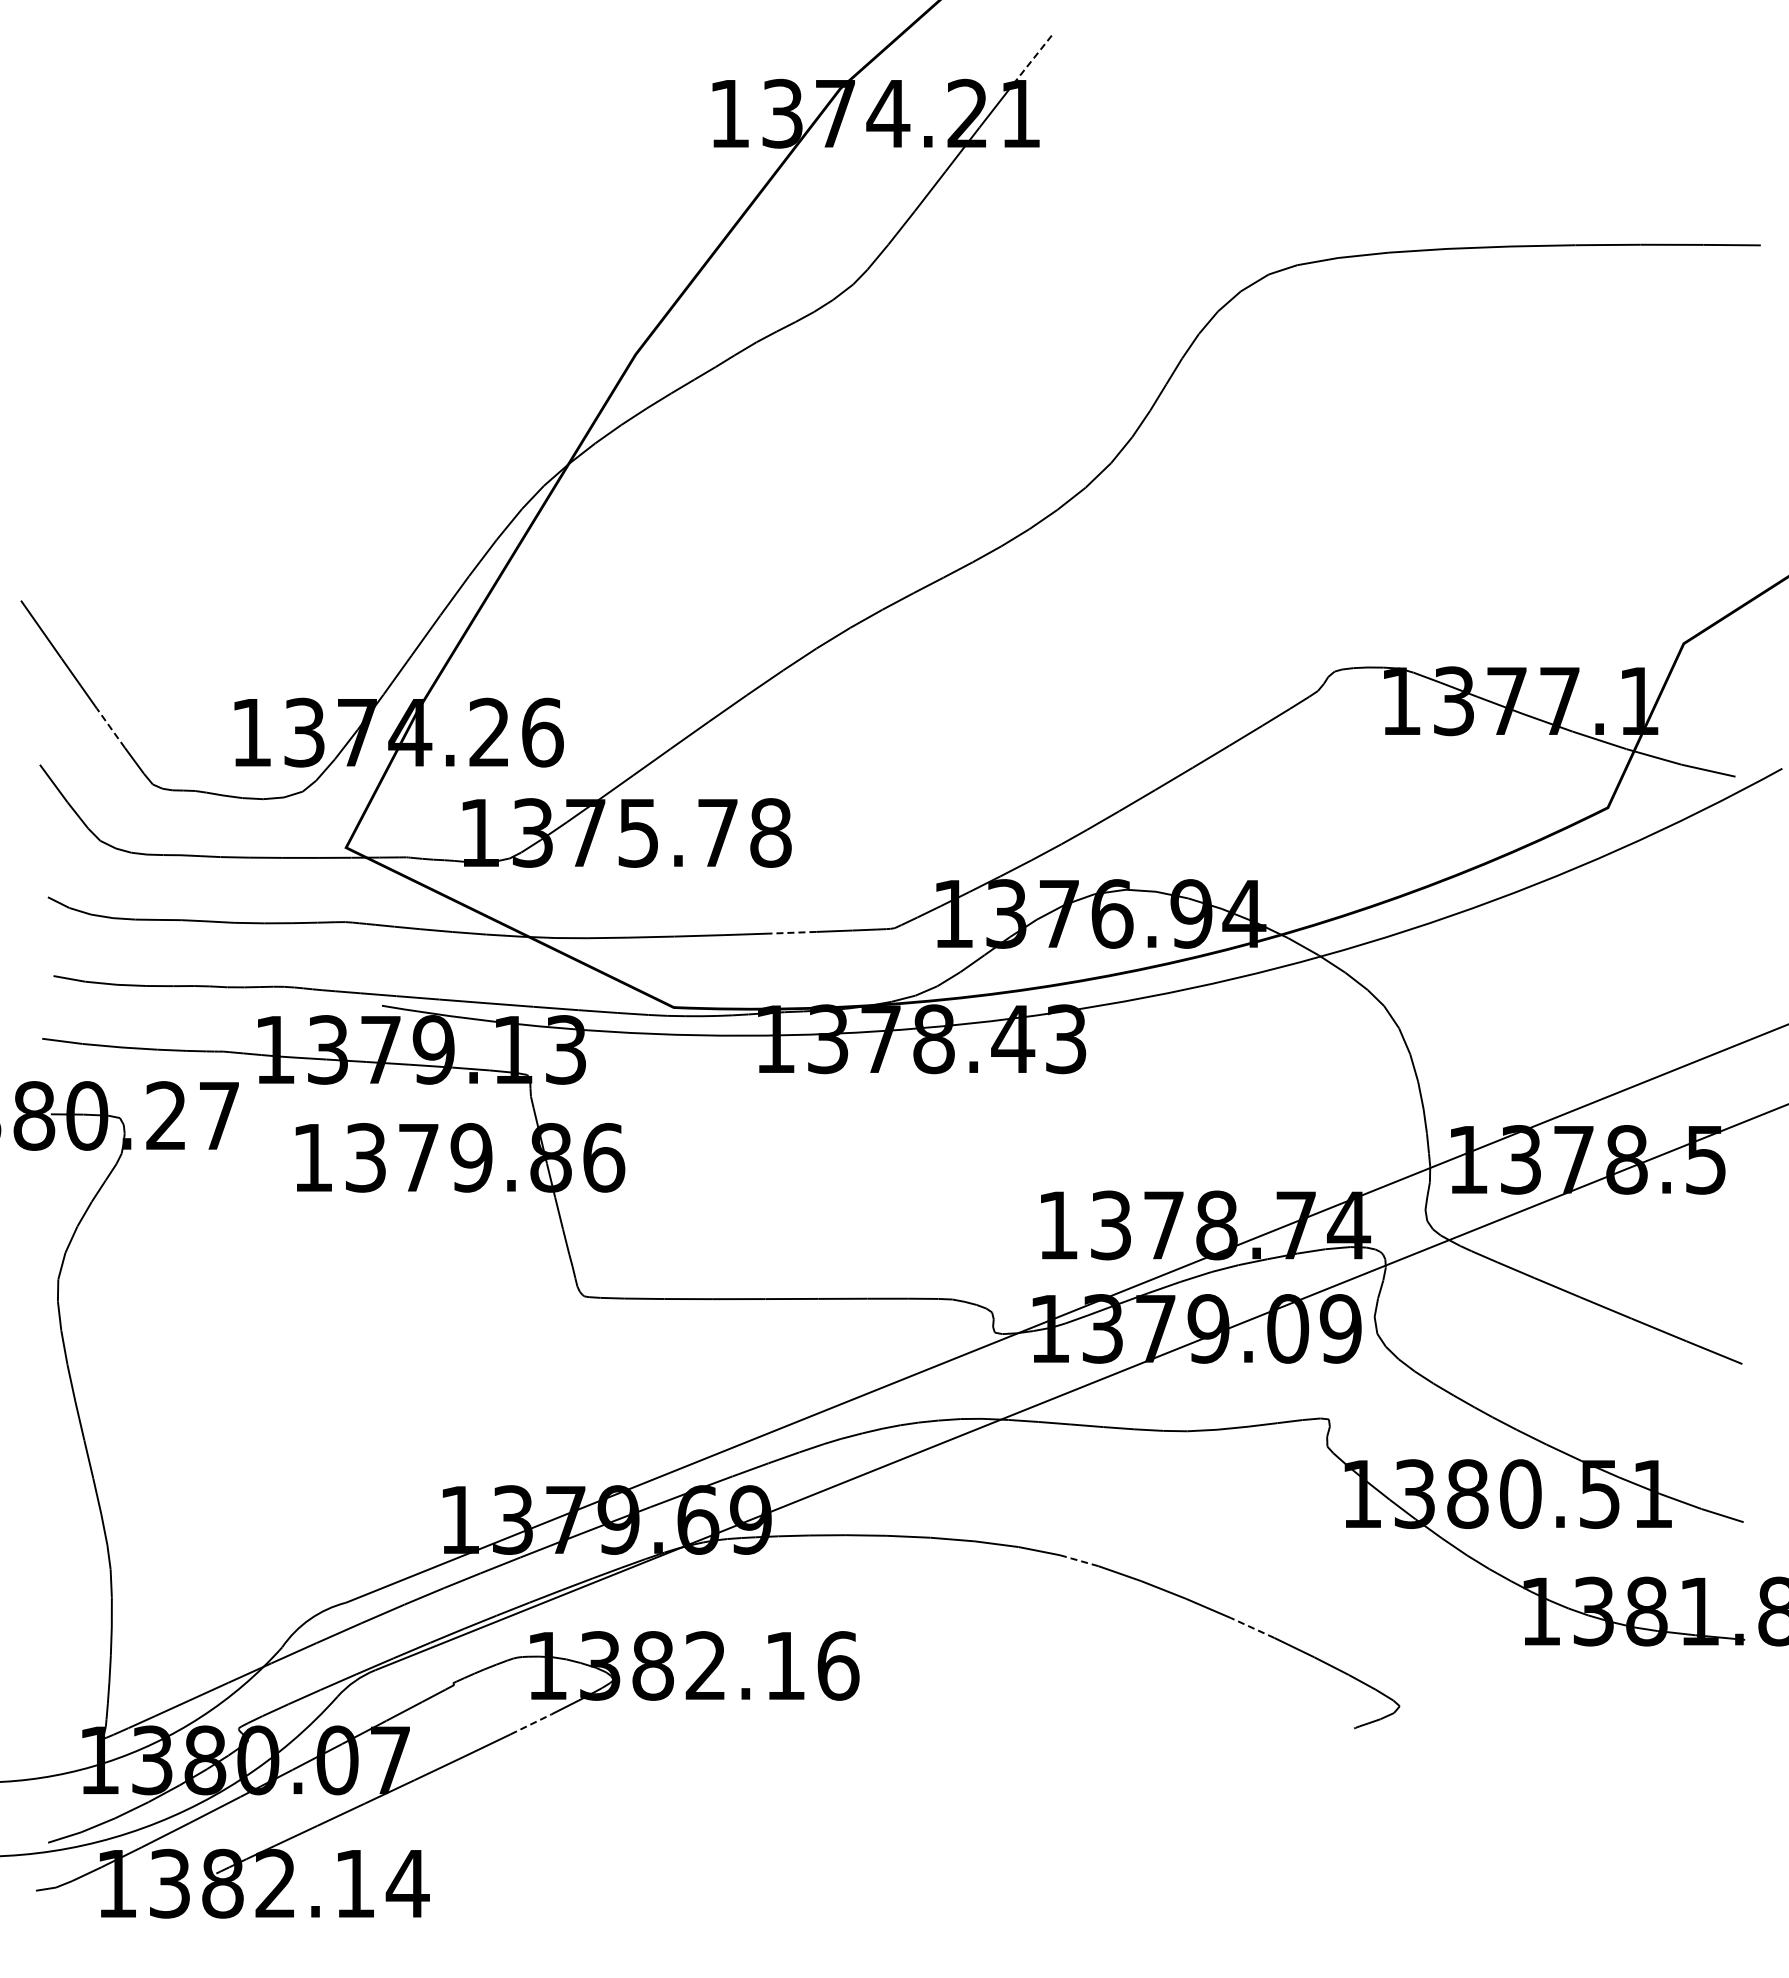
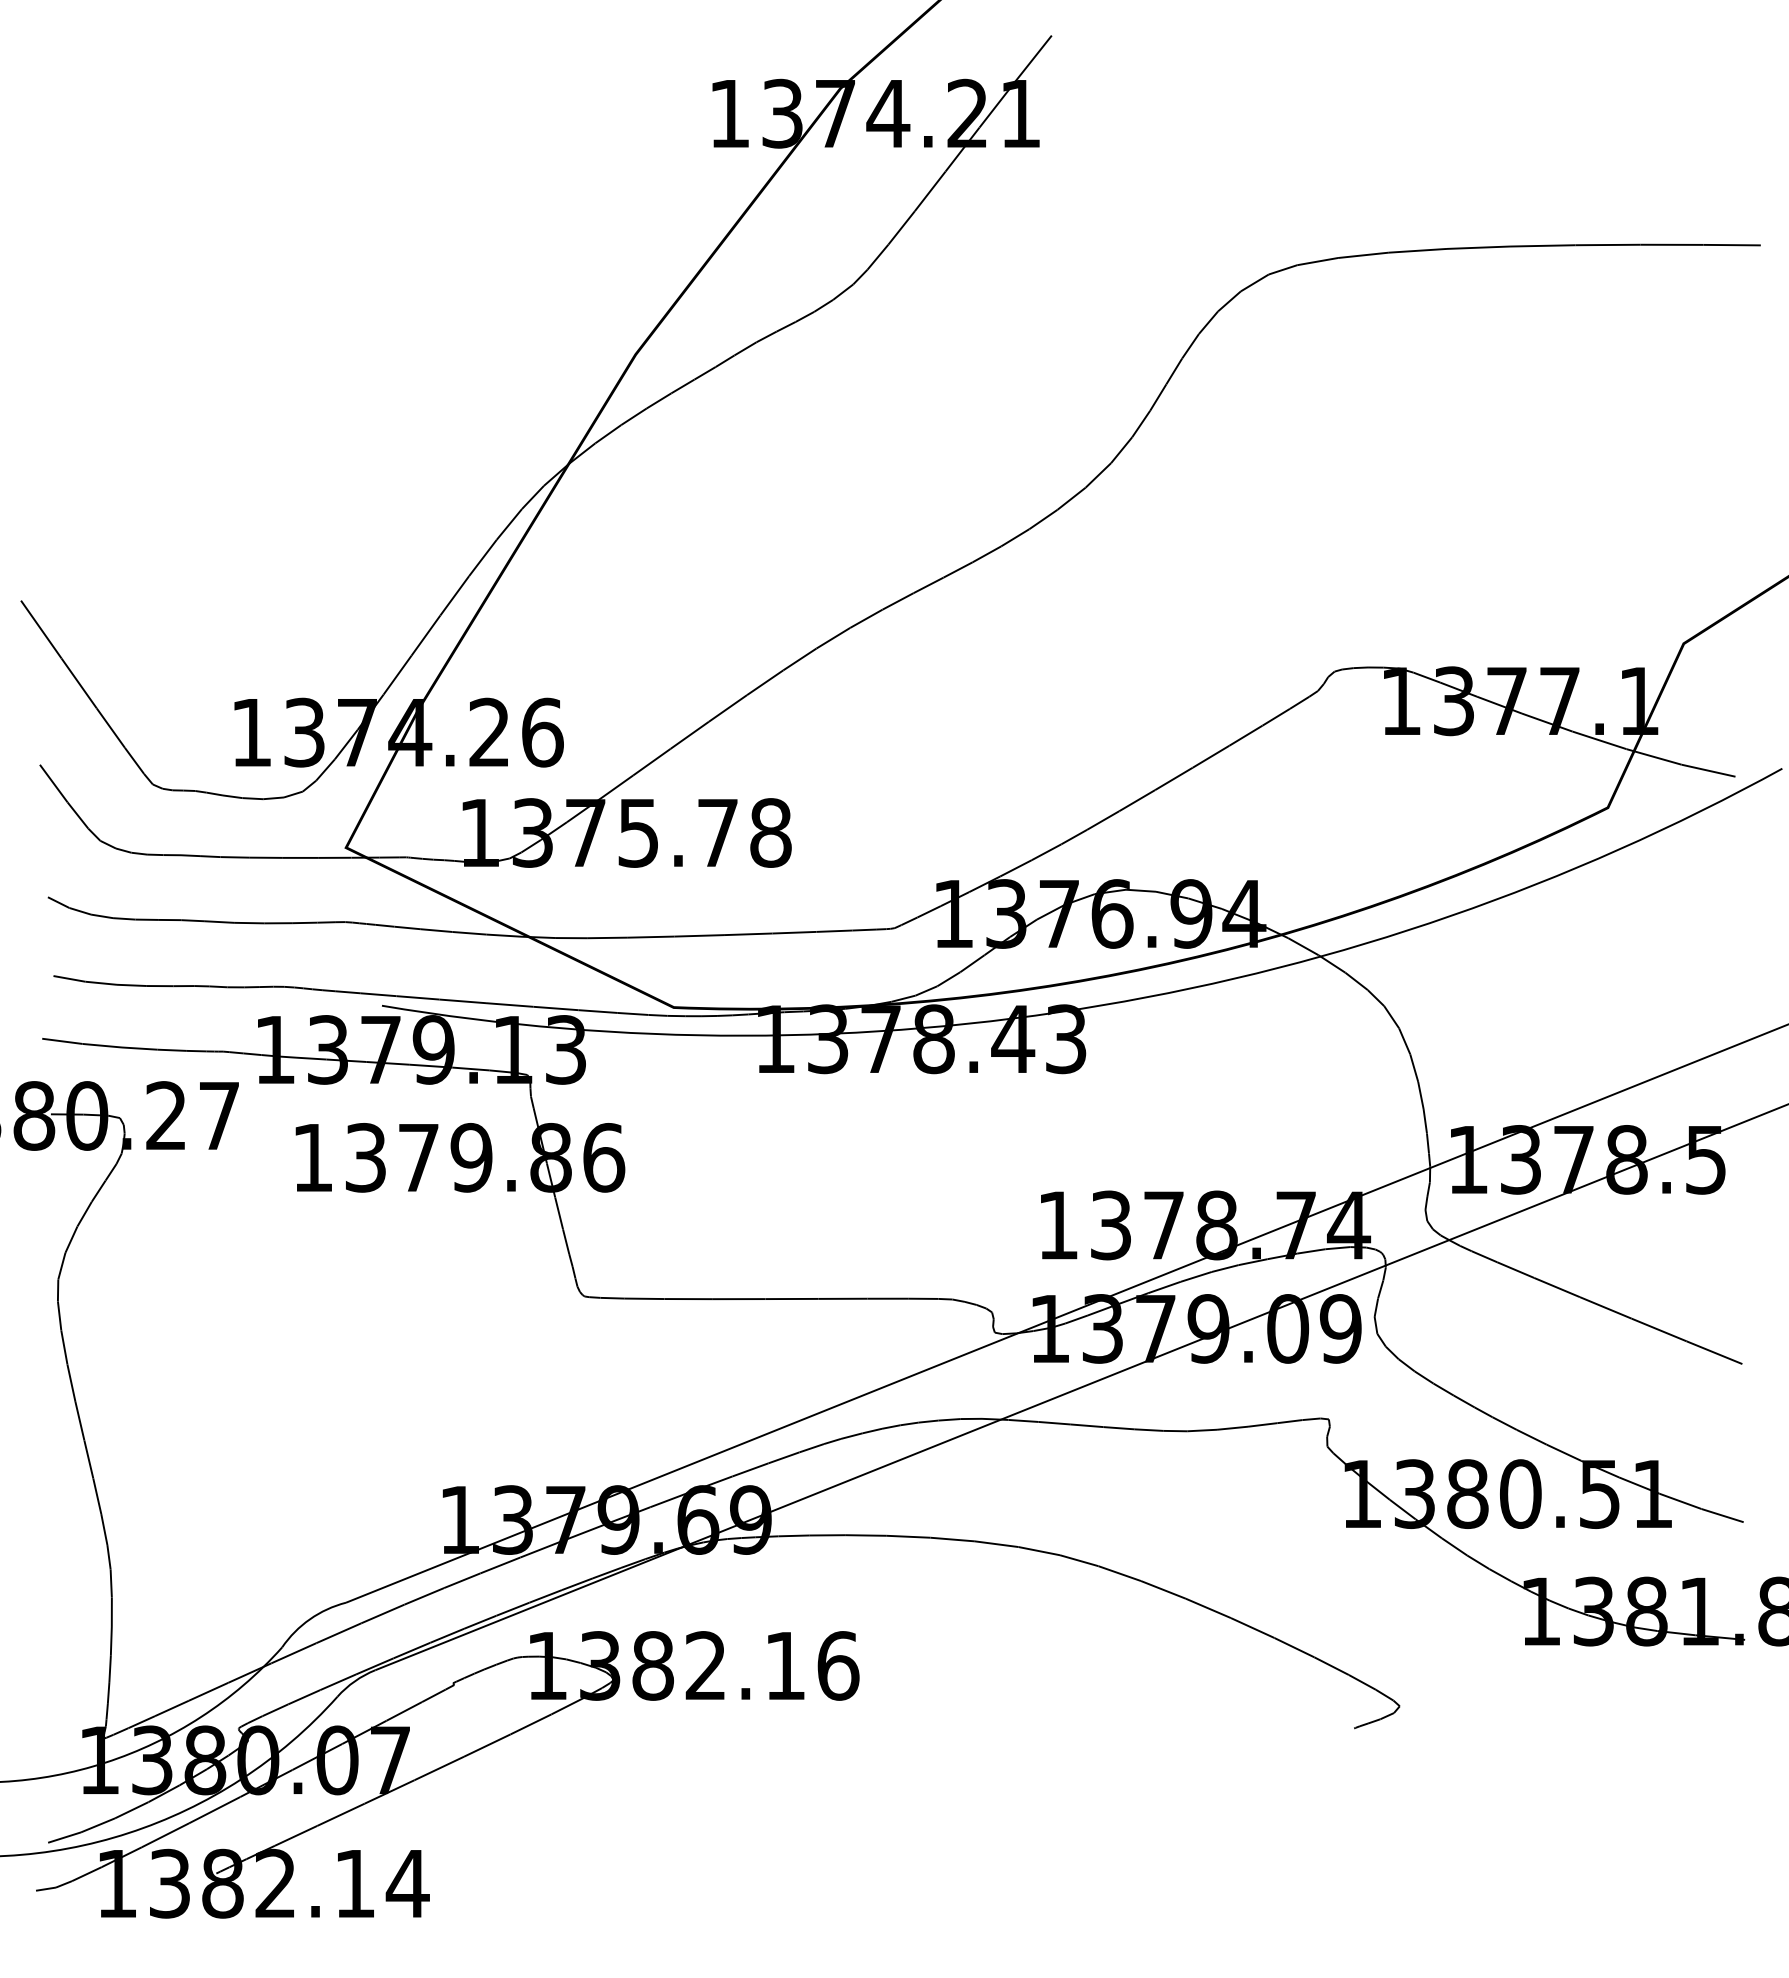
line at (1033, 59): dashed -> solid
line at (110, 727): dashed -> solid
line at (794, 932): dashed -> solid
line at (1079, 1560): dashed -> solid
line at (1252, 1628): dashed -> solid
line at (531, 1724): dashed -> solid
